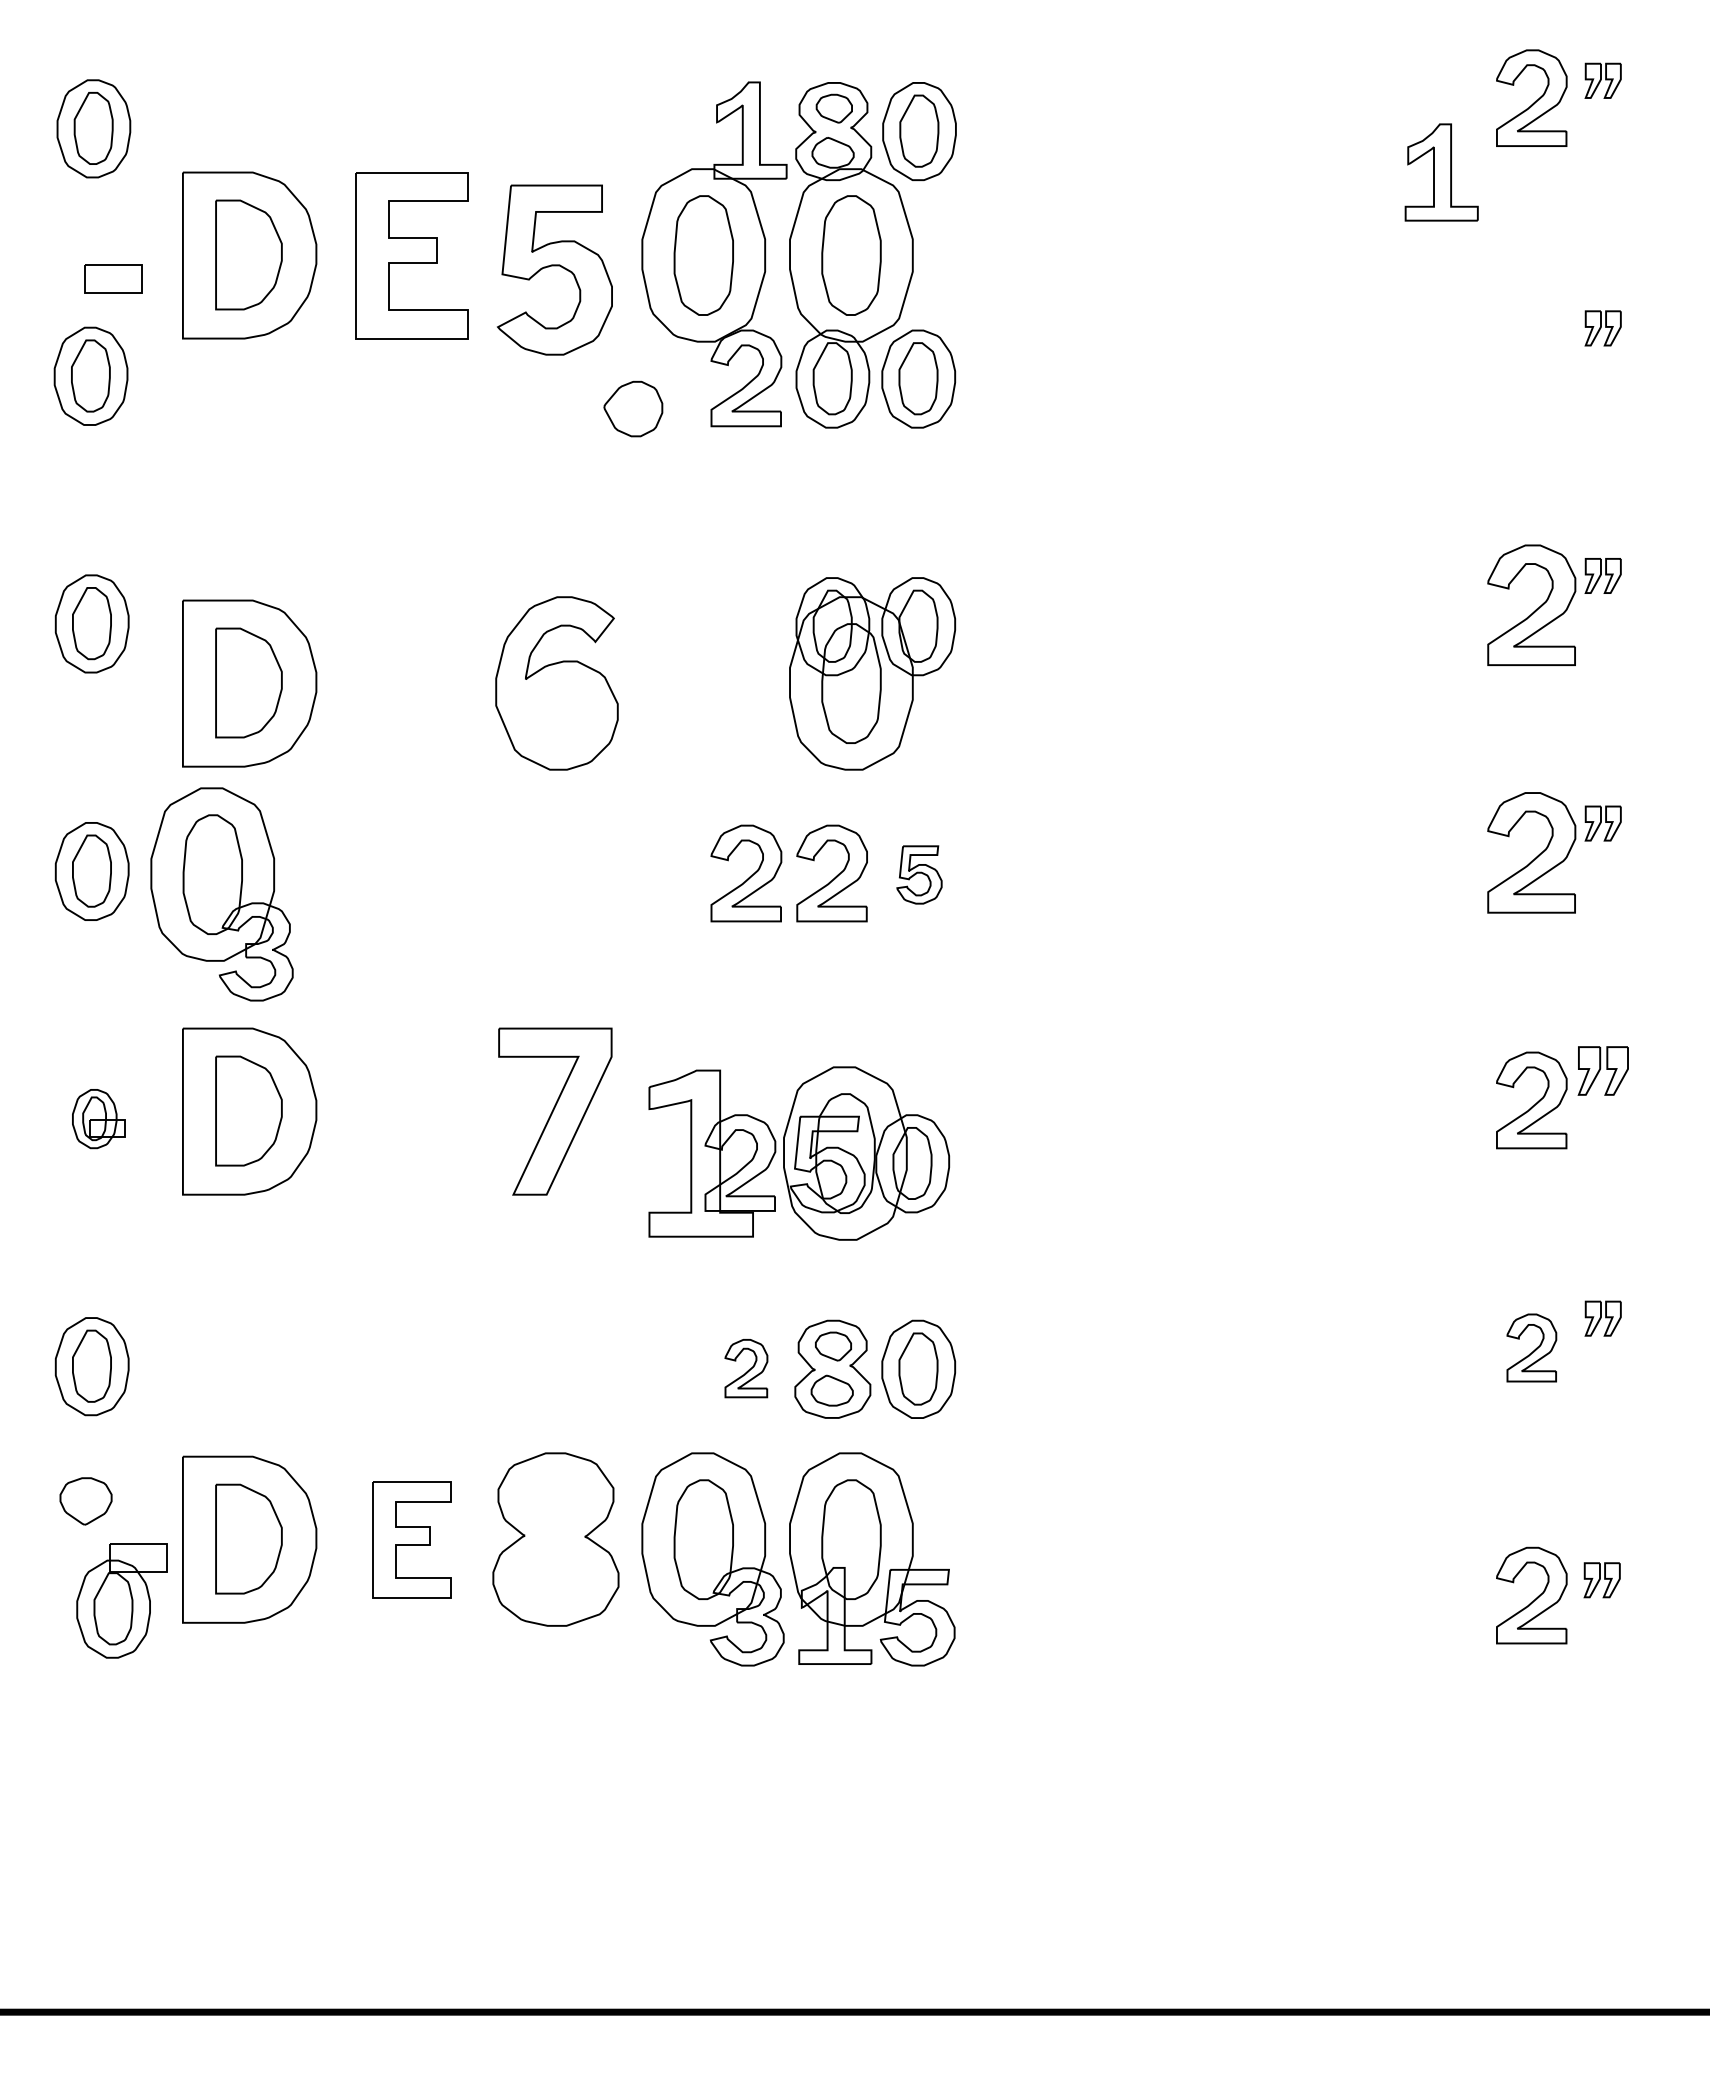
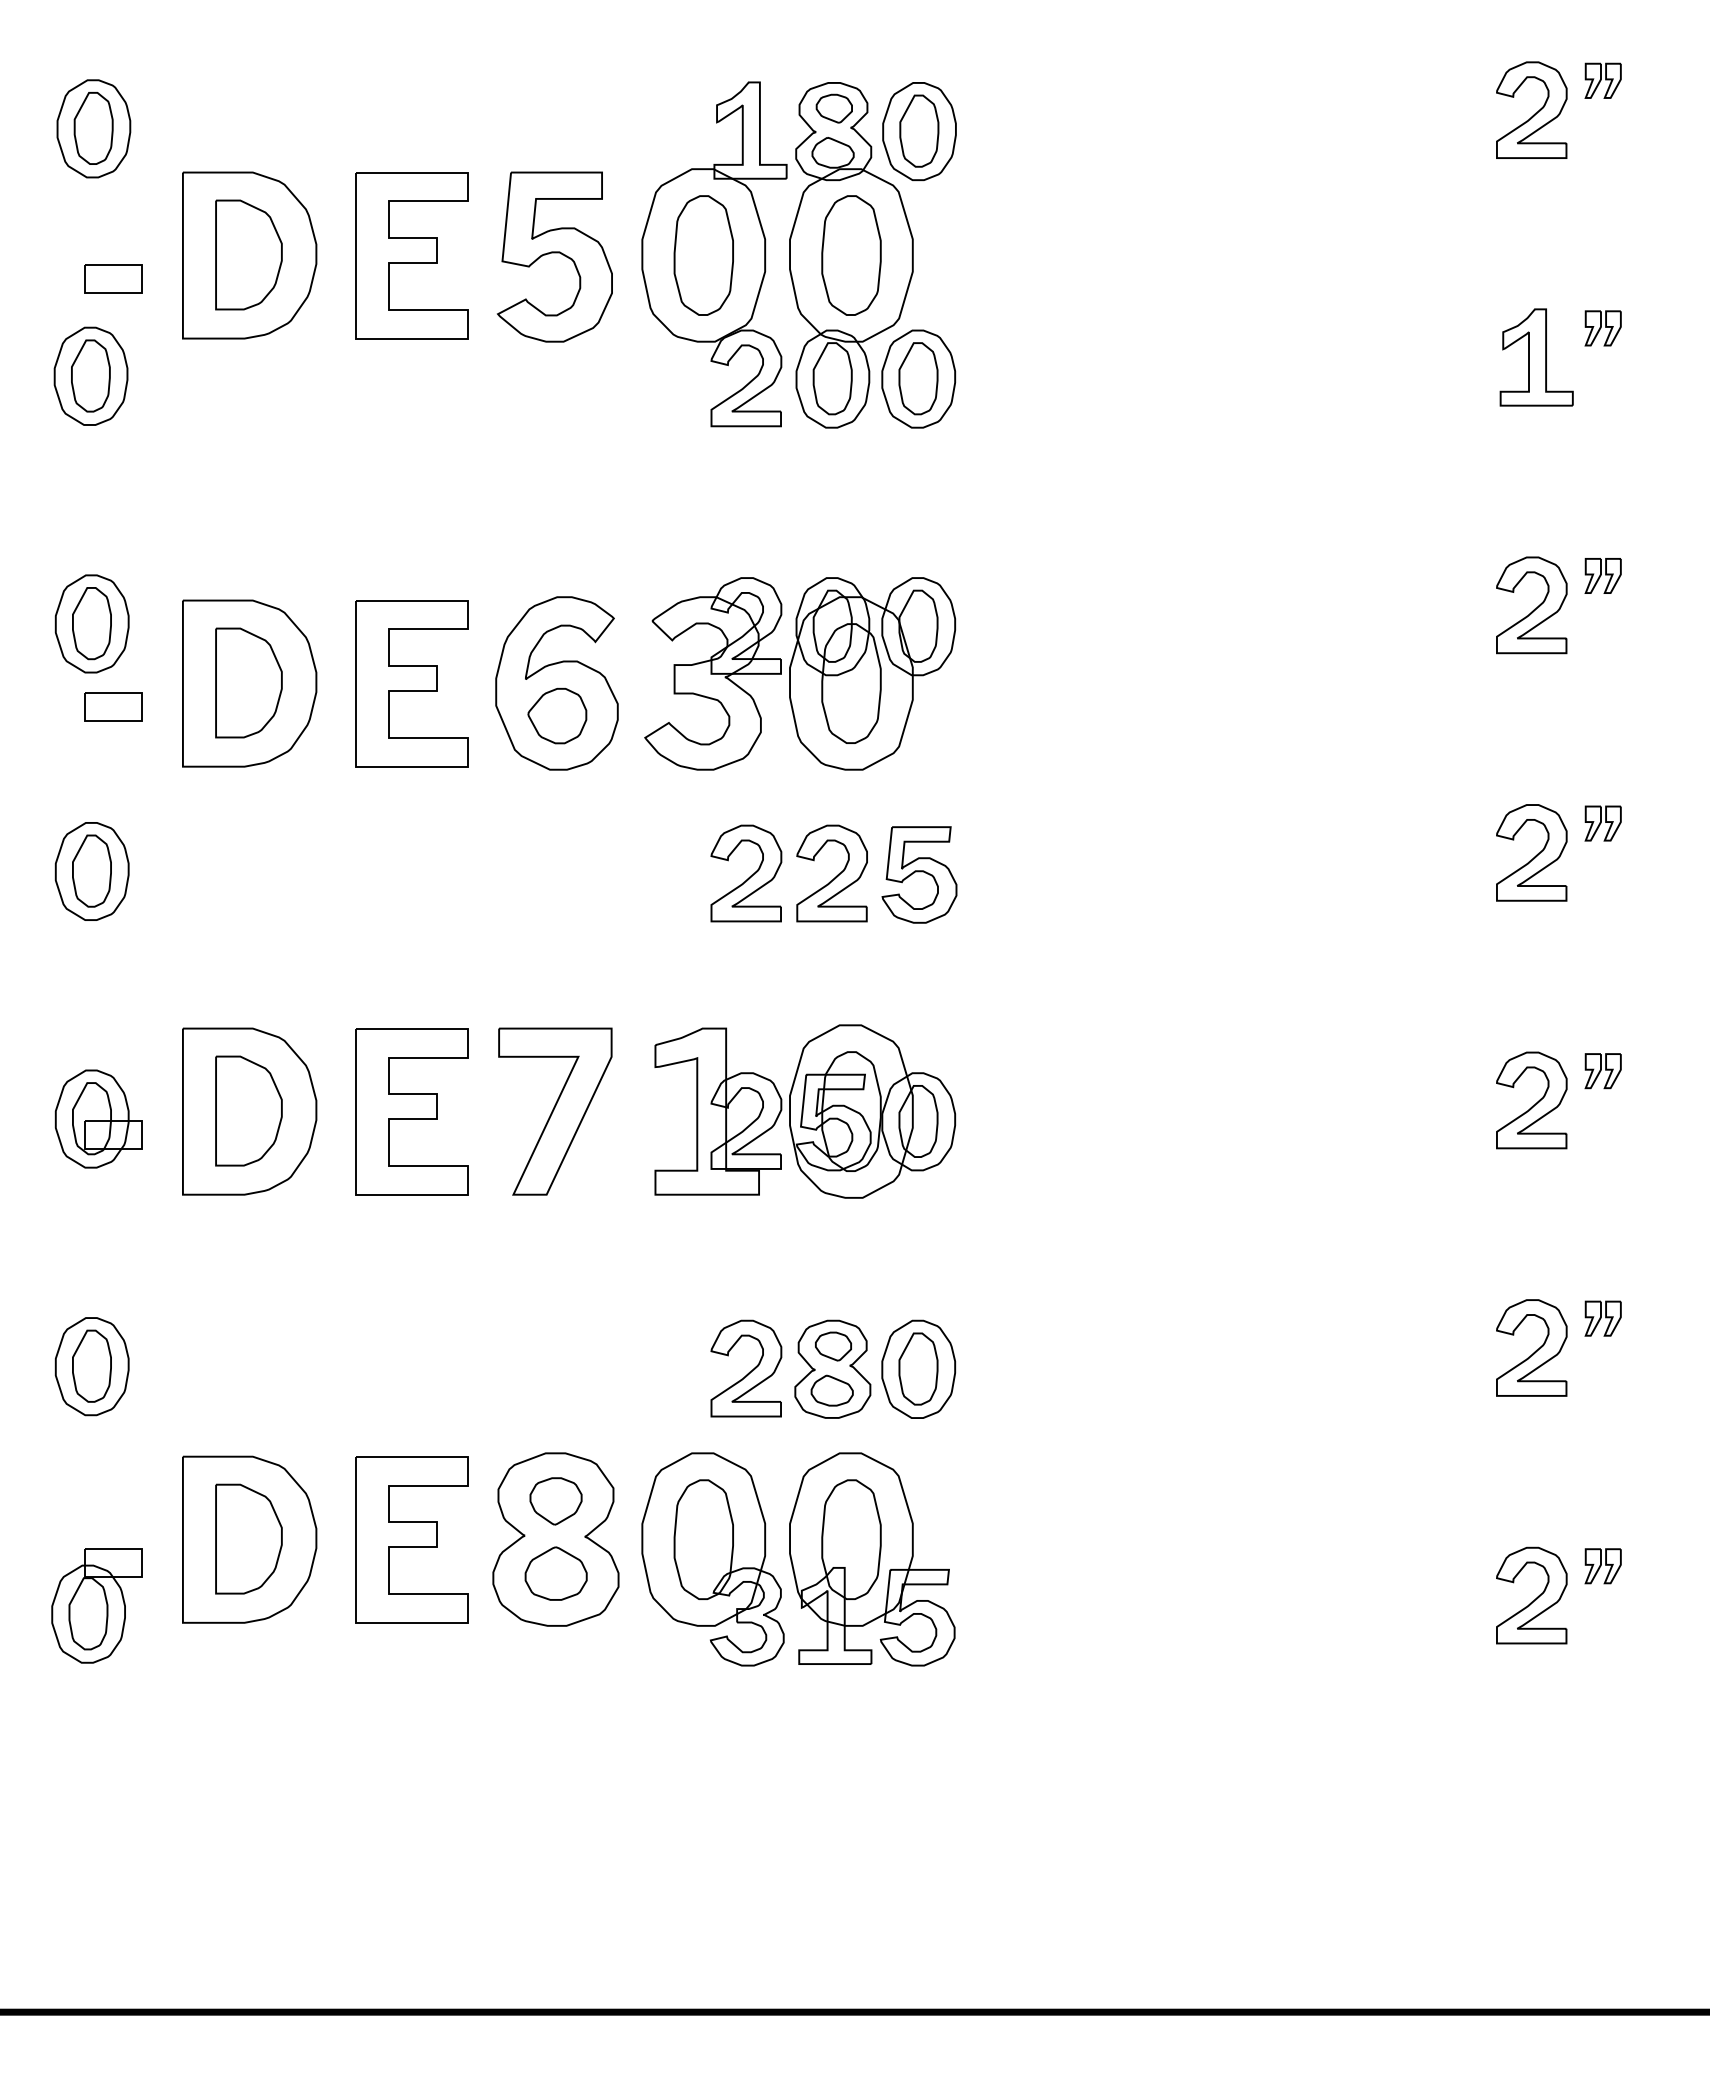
part at (1531, 97) position: (1531, 97) -> (1531, 109)
part at (1441, 172) position: (1441, 172) -> (1536, 357)
part at (554, 269) position: (554, 269) -> (554, 256)
part at (633, 409) position: (633, 409) -> (557, 716)
part at (1531, 604) size: 90x122 px -> 72x99 px
part at (713, 673): none -> present
part at (411, 683): none -> present
part at (113, 706): none -> present
part at (1531, 852) size: 90x122 px -> 72x98 px
part at (919, 874) size: 47x60 px -> 77x98 px
part at (221, 894): present -> none
part at (1602, 1070) size: 52x50 px -> 38x37 px
part at (411, 1111): none -> present
part at (98, 1119) size: 54x61 px -> 89x100 px
part at (799, 1153) position: (799, 1153) -> (805, 1111)
part at (1531, 1347) size: 52x70 px -> 72x98 px
part at (746, 1368) size: 45x60 px -> 73x99 px
part at (85, 1501) position: (85, 1501) -> (555, 1501)
part at (411, 1539) size: 80x118 px -> 114x168 px
part at (555, 1573): none -> present
part at (1601, 1580) position: (1601, 1580) -> (1602, 1566)
part at (121, 1600) position: (121, 1600) -> (96, 1605)
